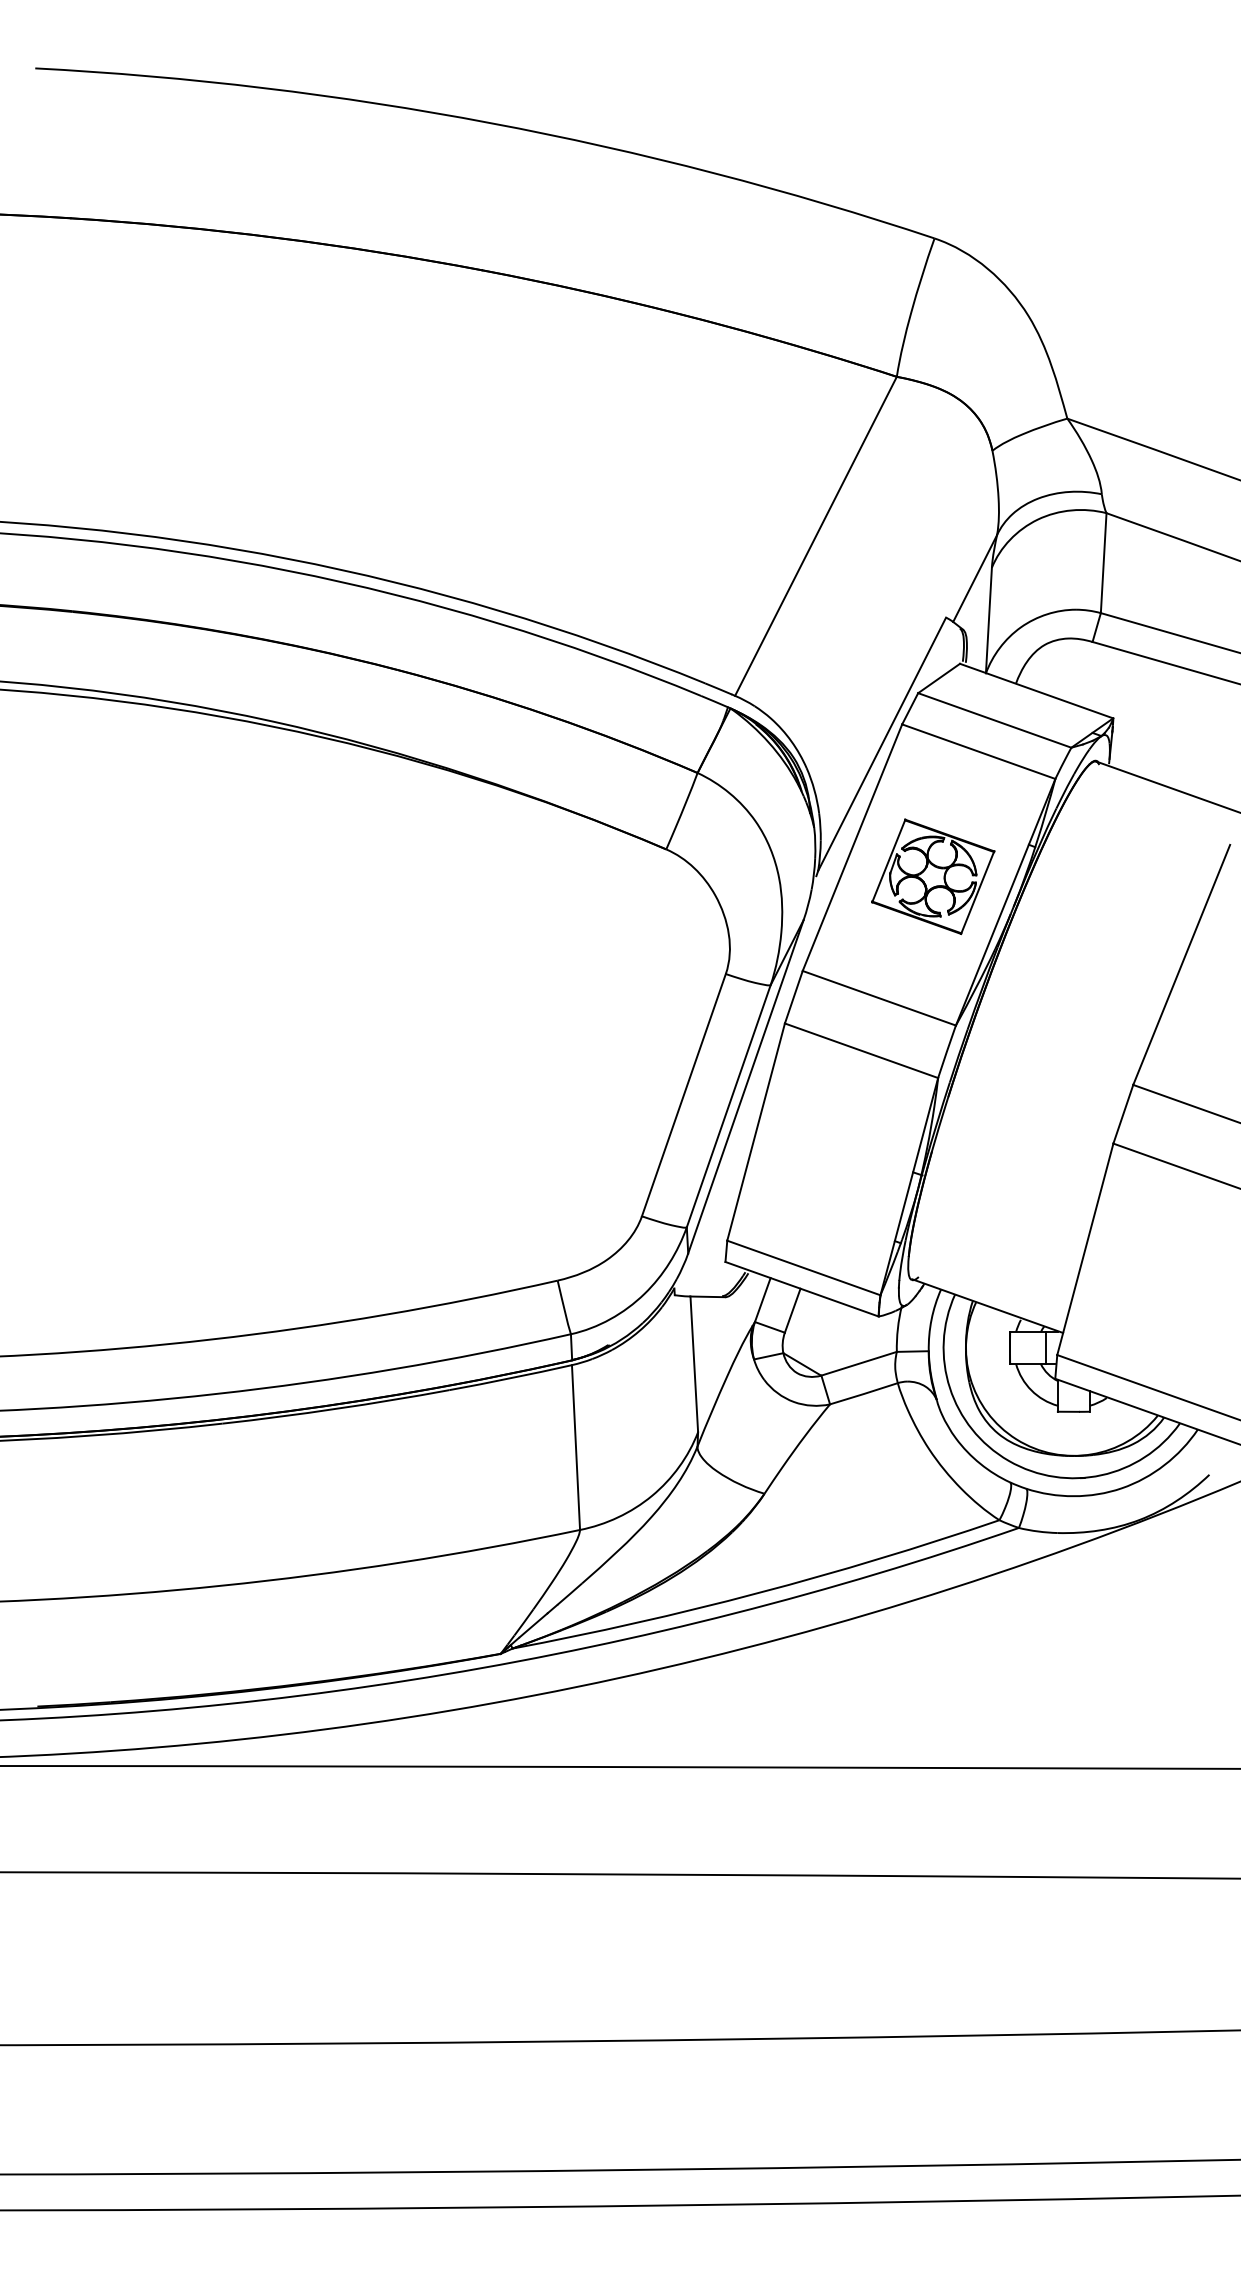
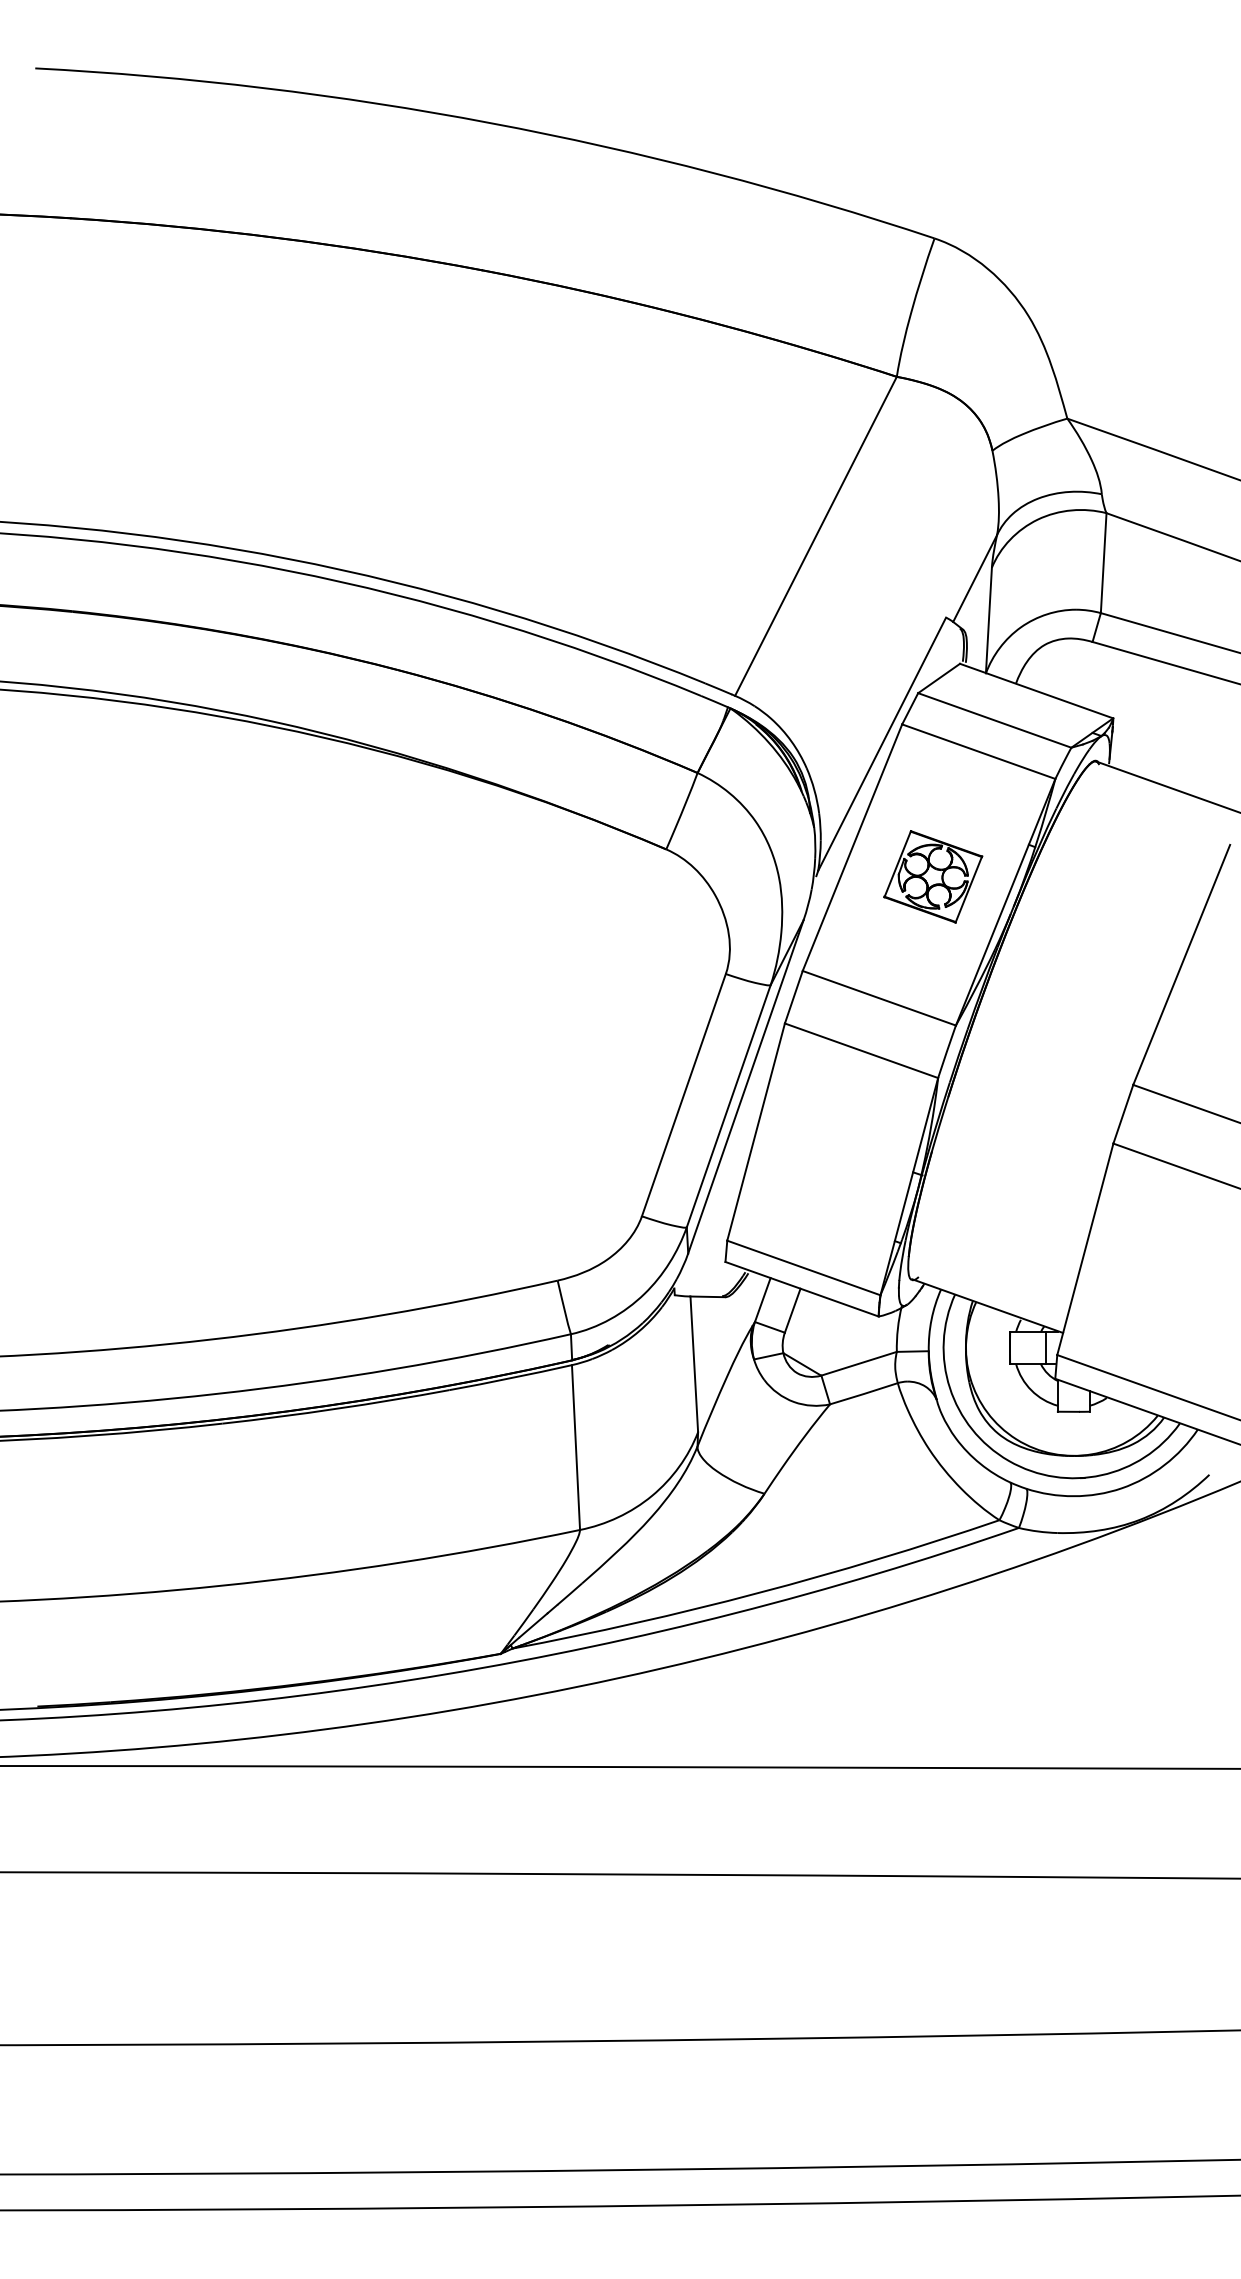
part at (933, 876) size: 125x118 px -> 101x94 px
